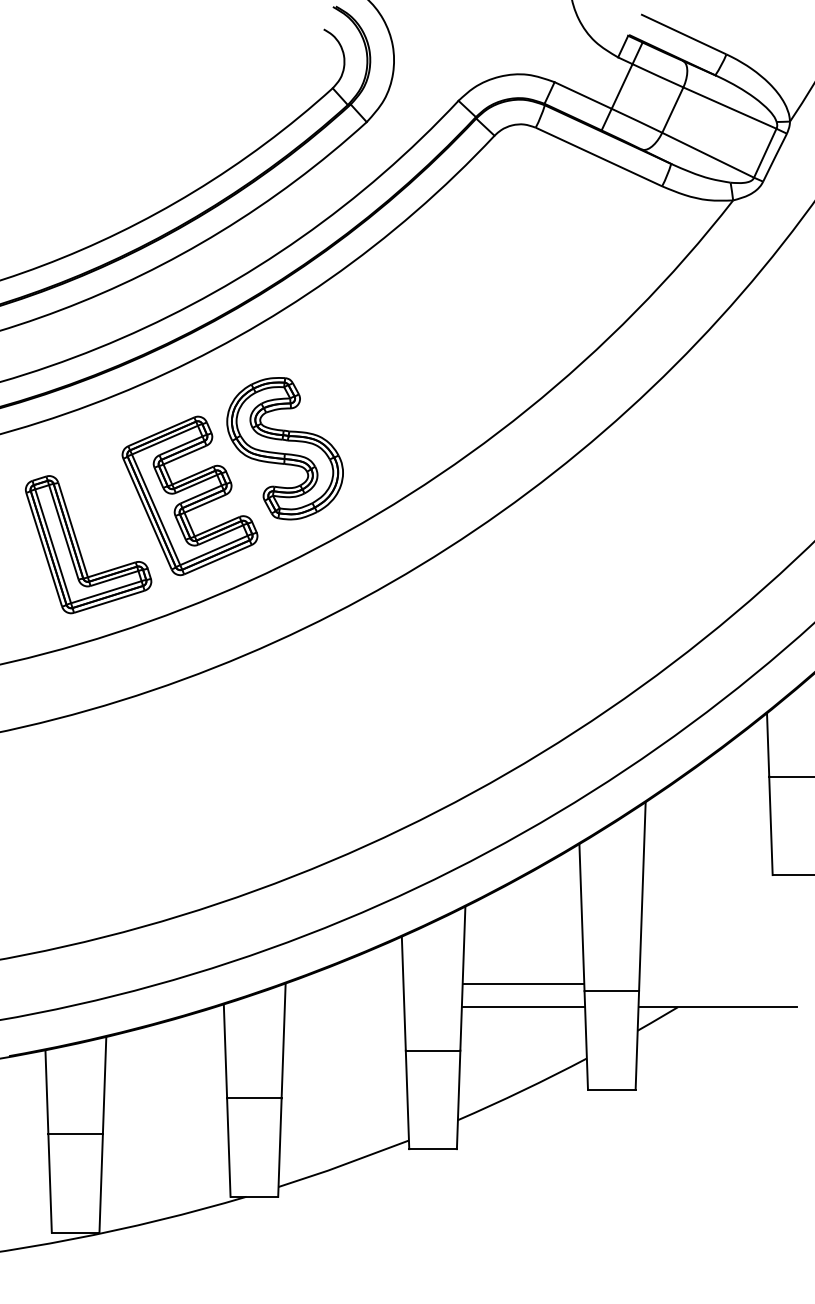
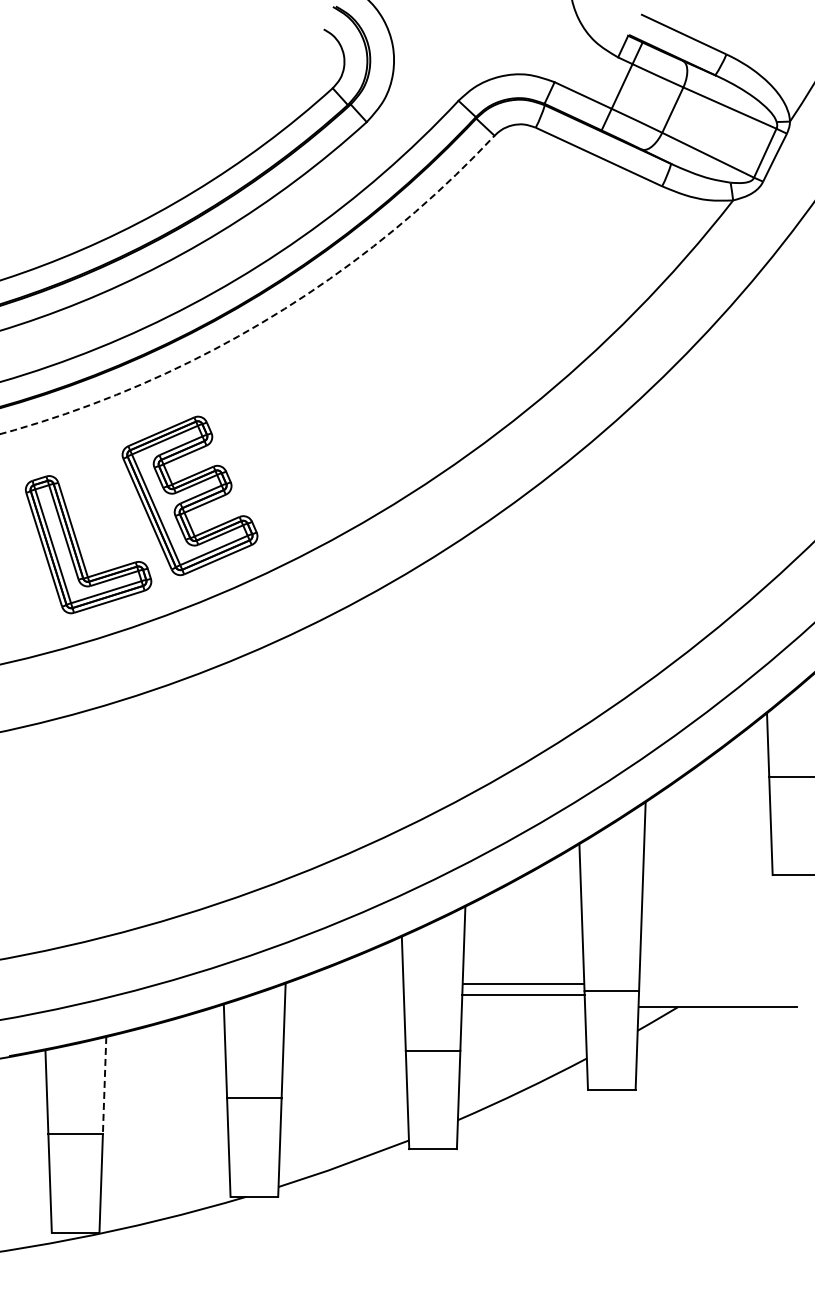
arc at (266, 320): solid -> dashed
part at (284, 448): present -> none
line at (523, 1007) position: (523, 1007) -> (523, 995)
line at (104, 1085): solid -> dashed
